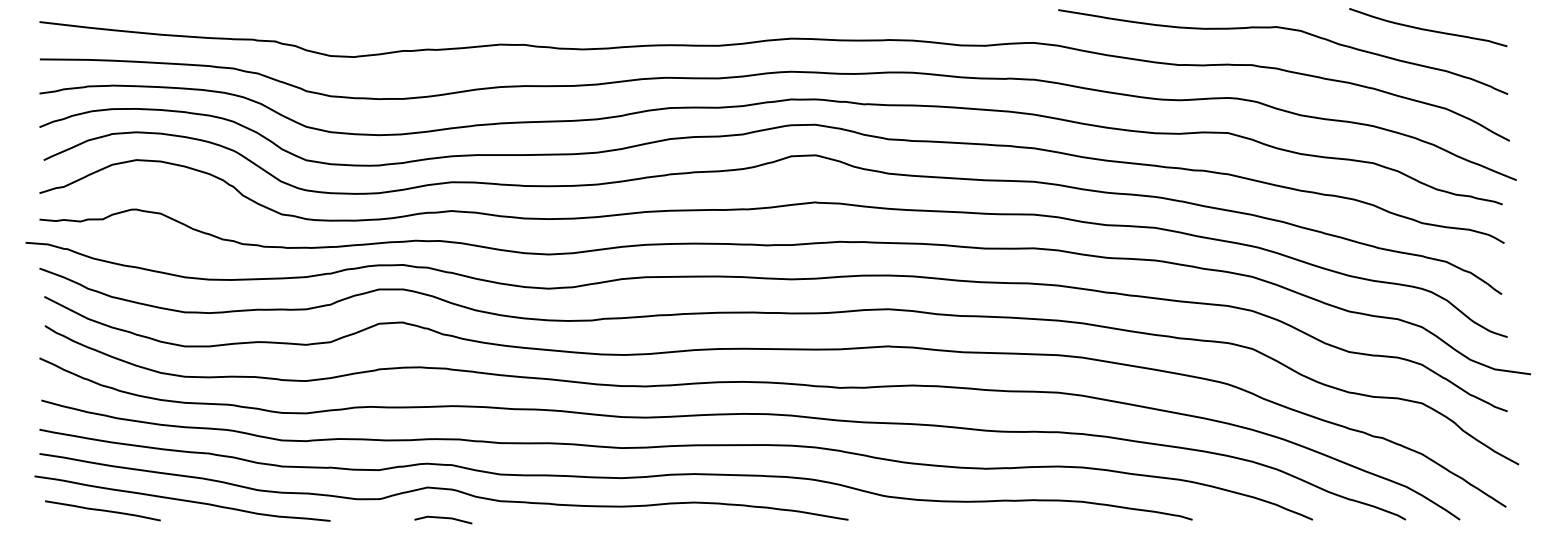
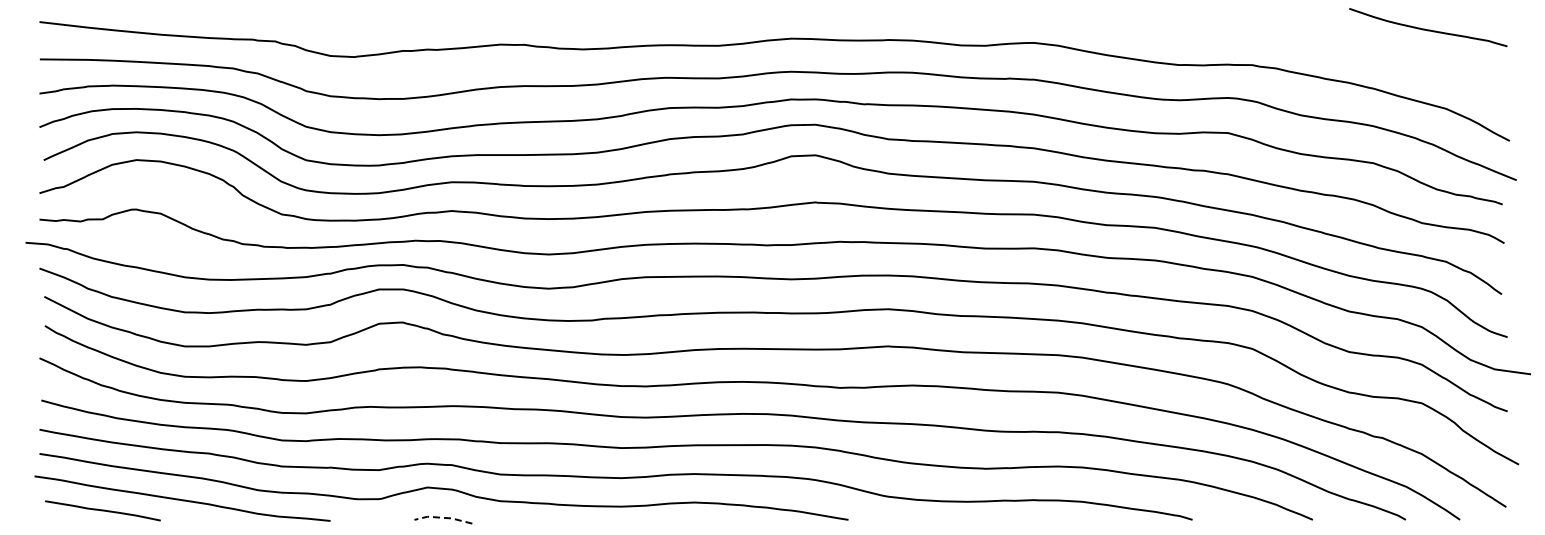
curve at (1284, 29): present -> none
line at (443, 517): solid -> dashed
